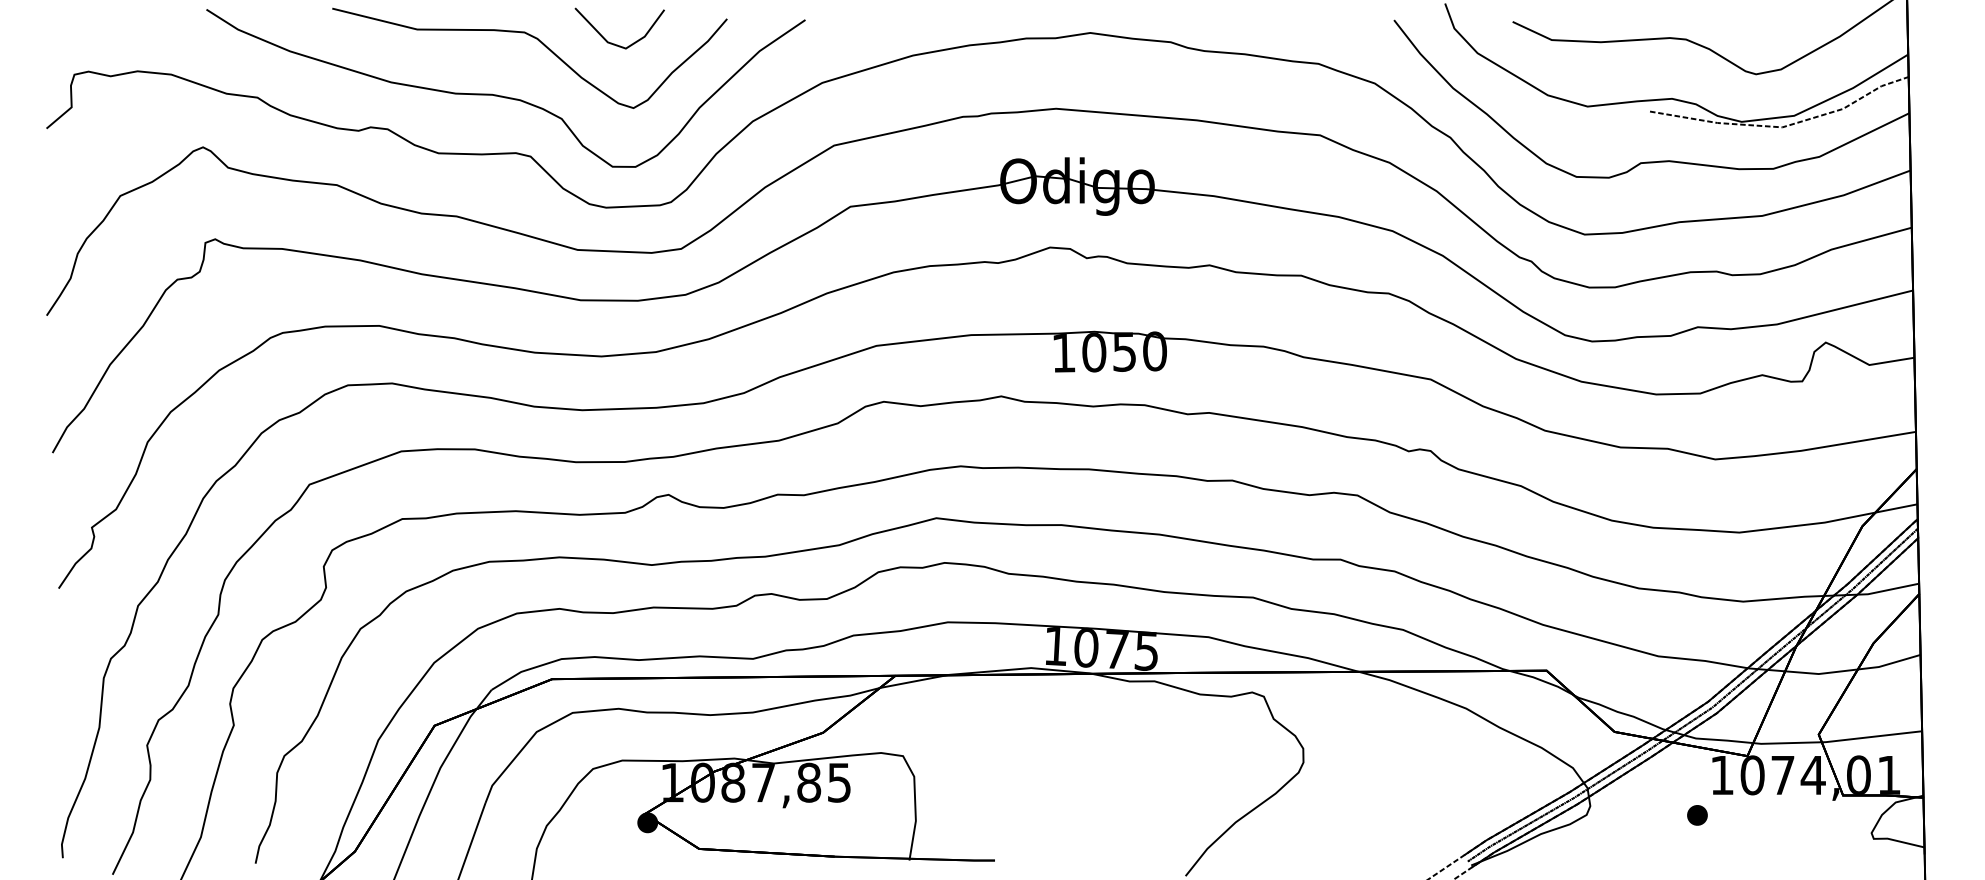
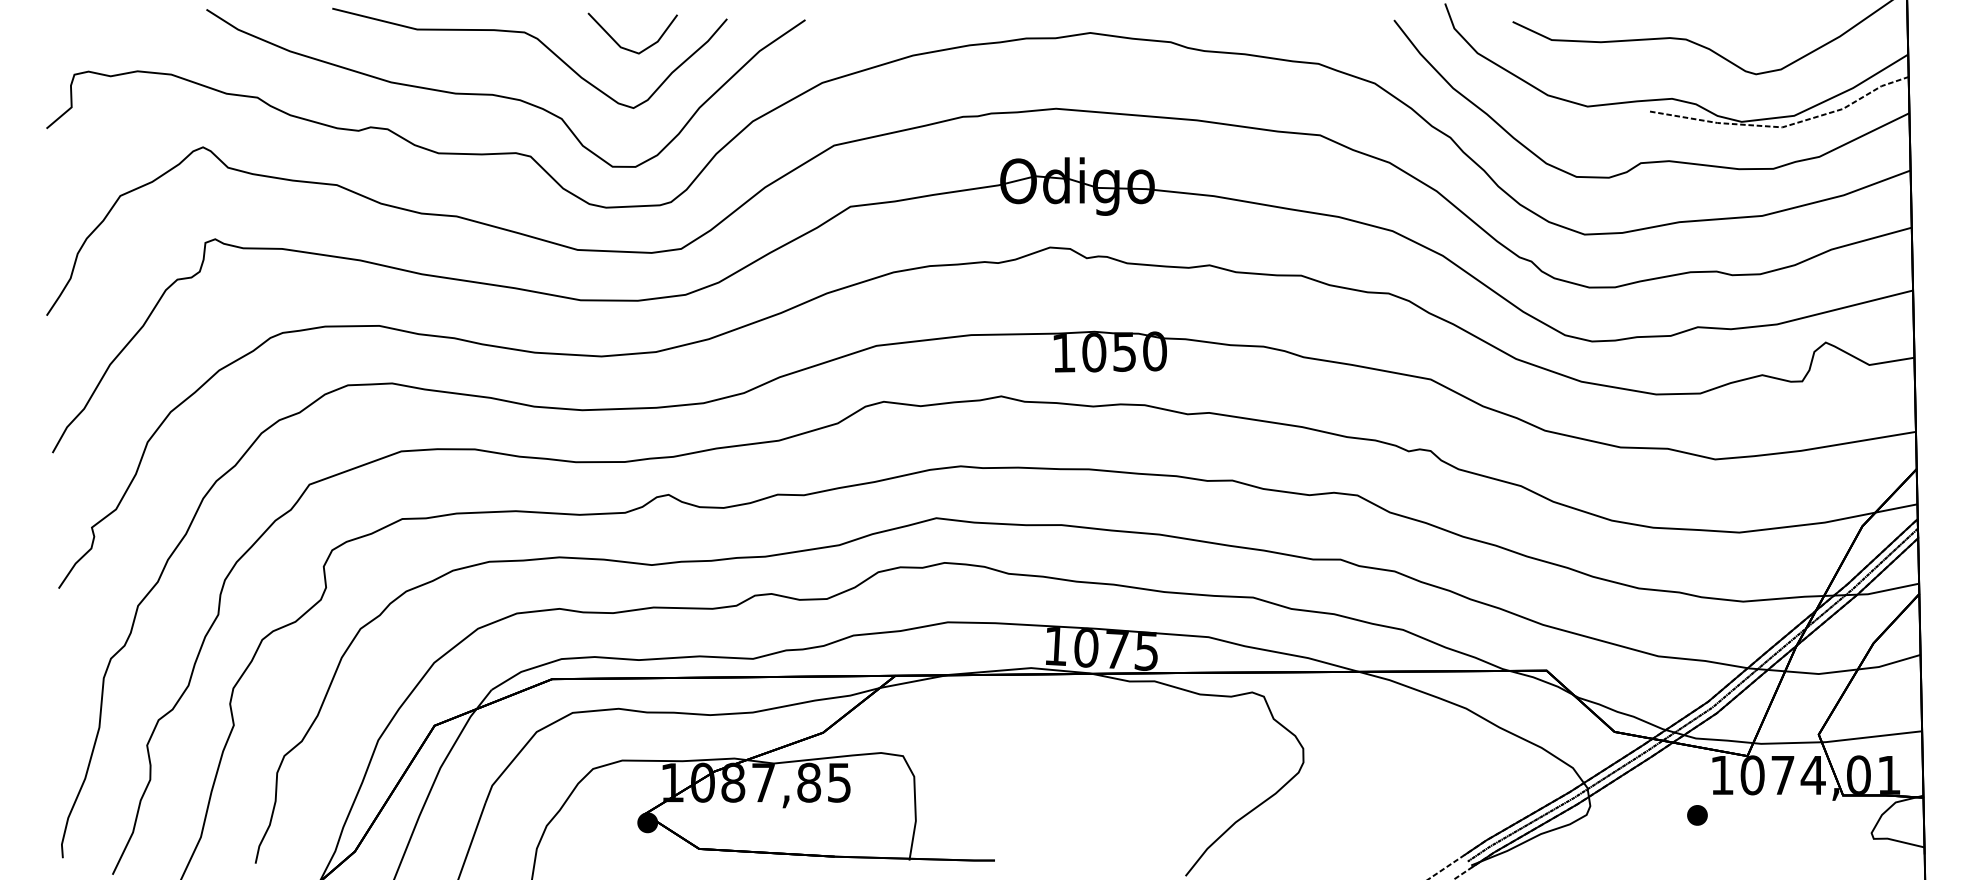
line at (614, 43) position: (614, 43) -> (627, 48)
